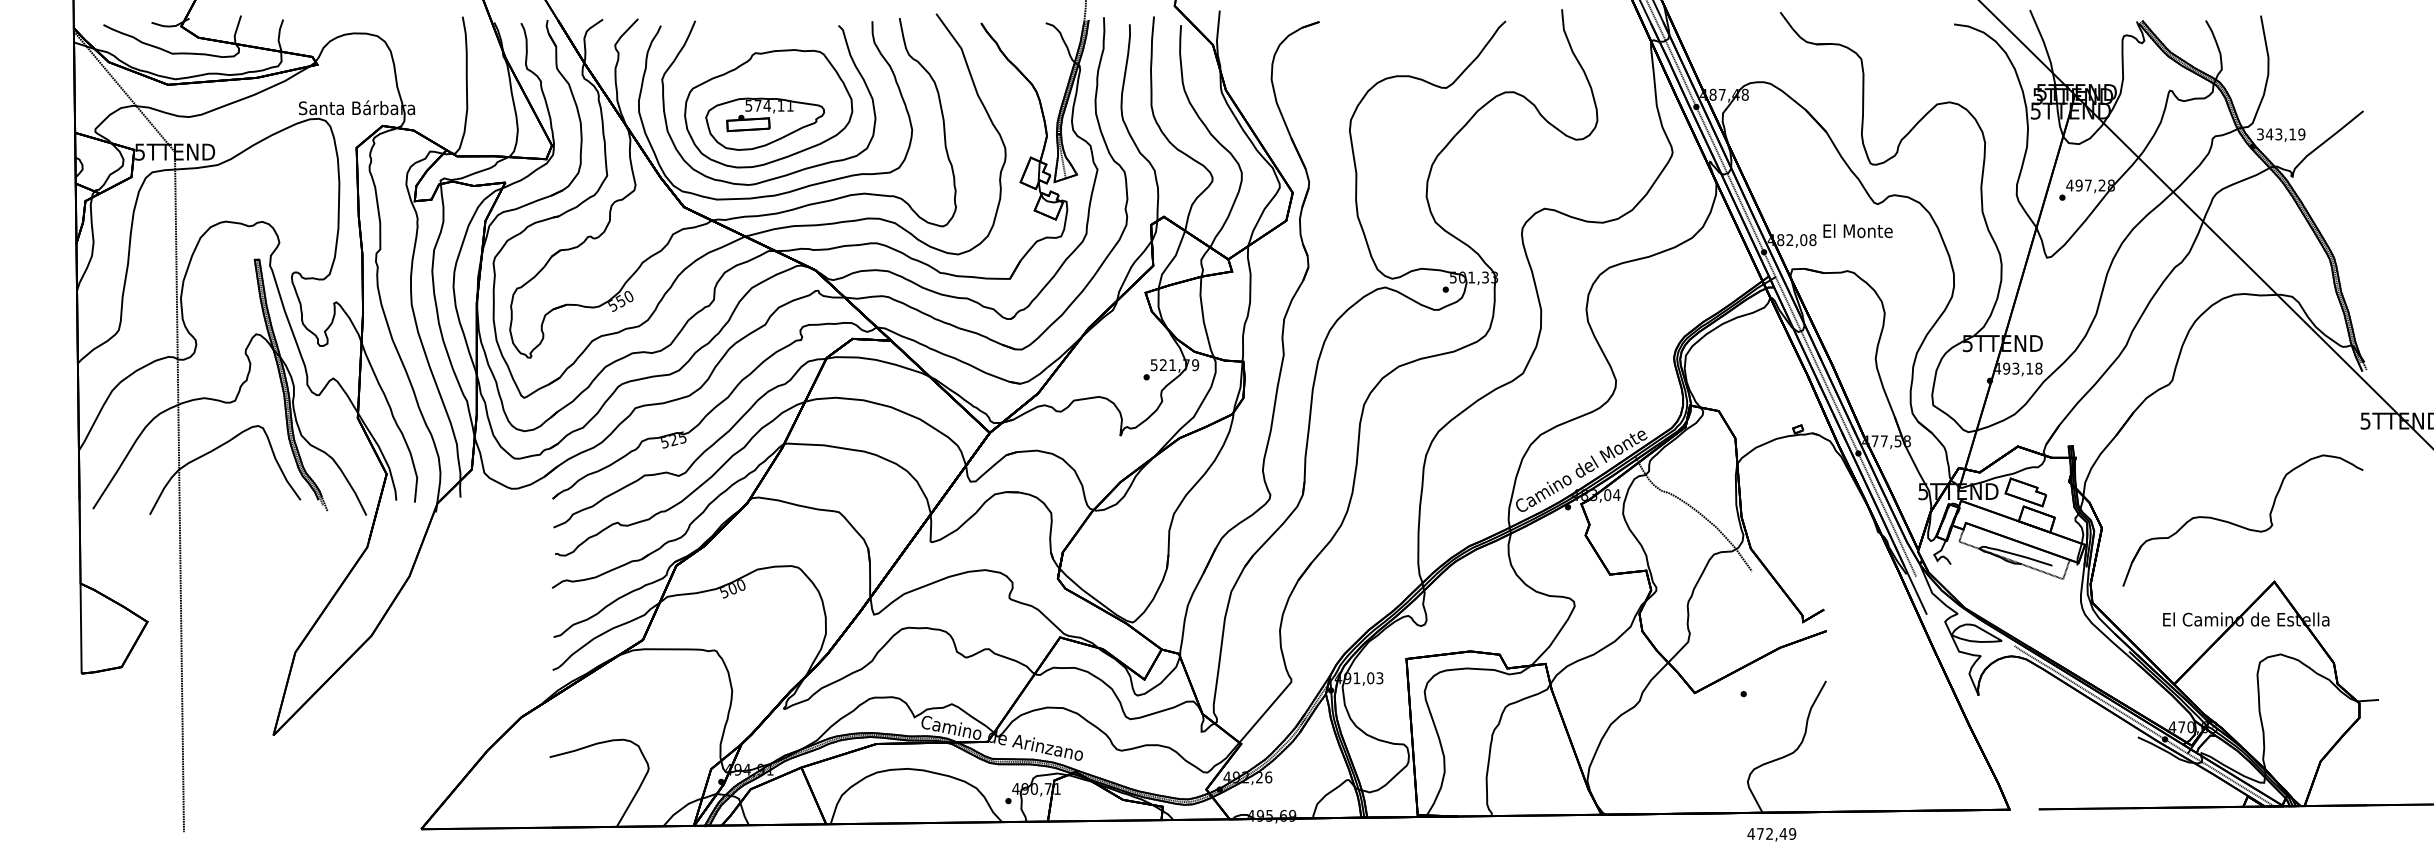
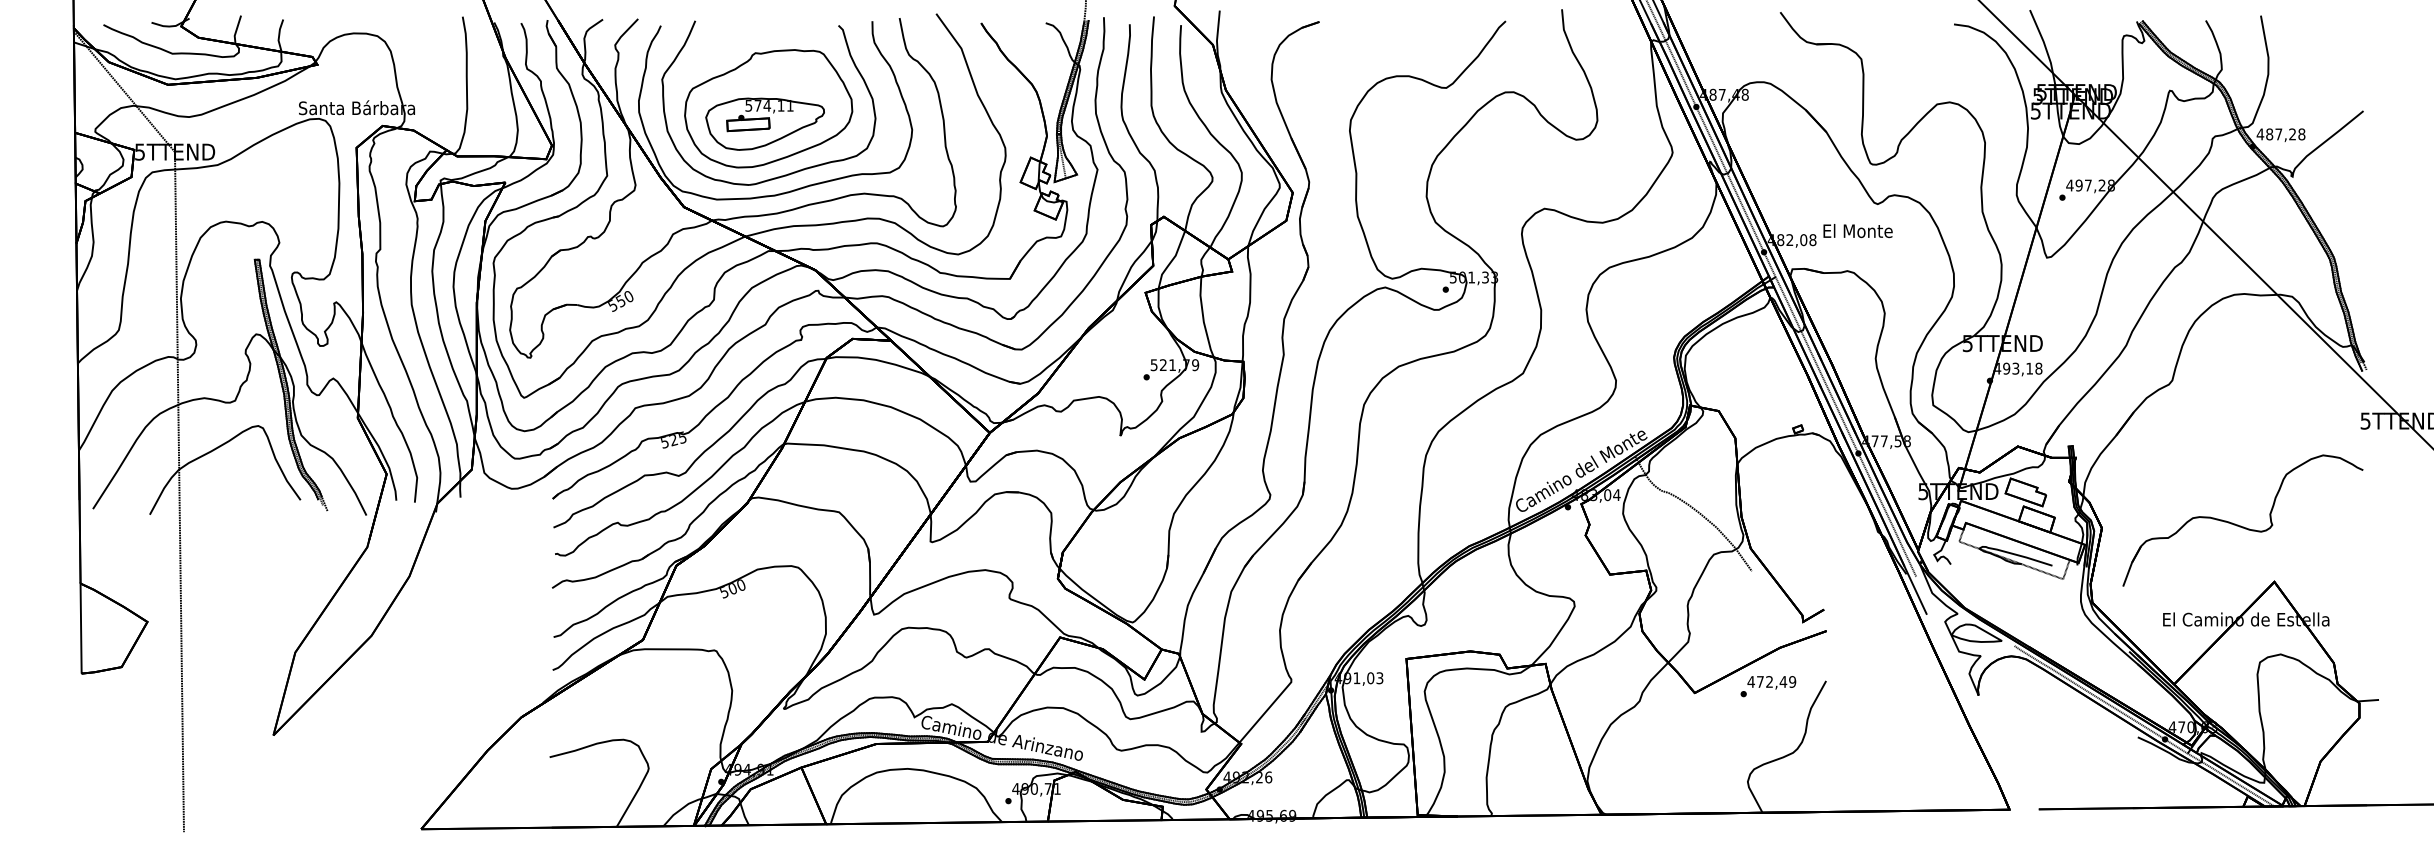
text at (2280, 134): 343,19 -> 487,28
text at (1771, 834) position: (1771, 834) -> (1771, 682)
